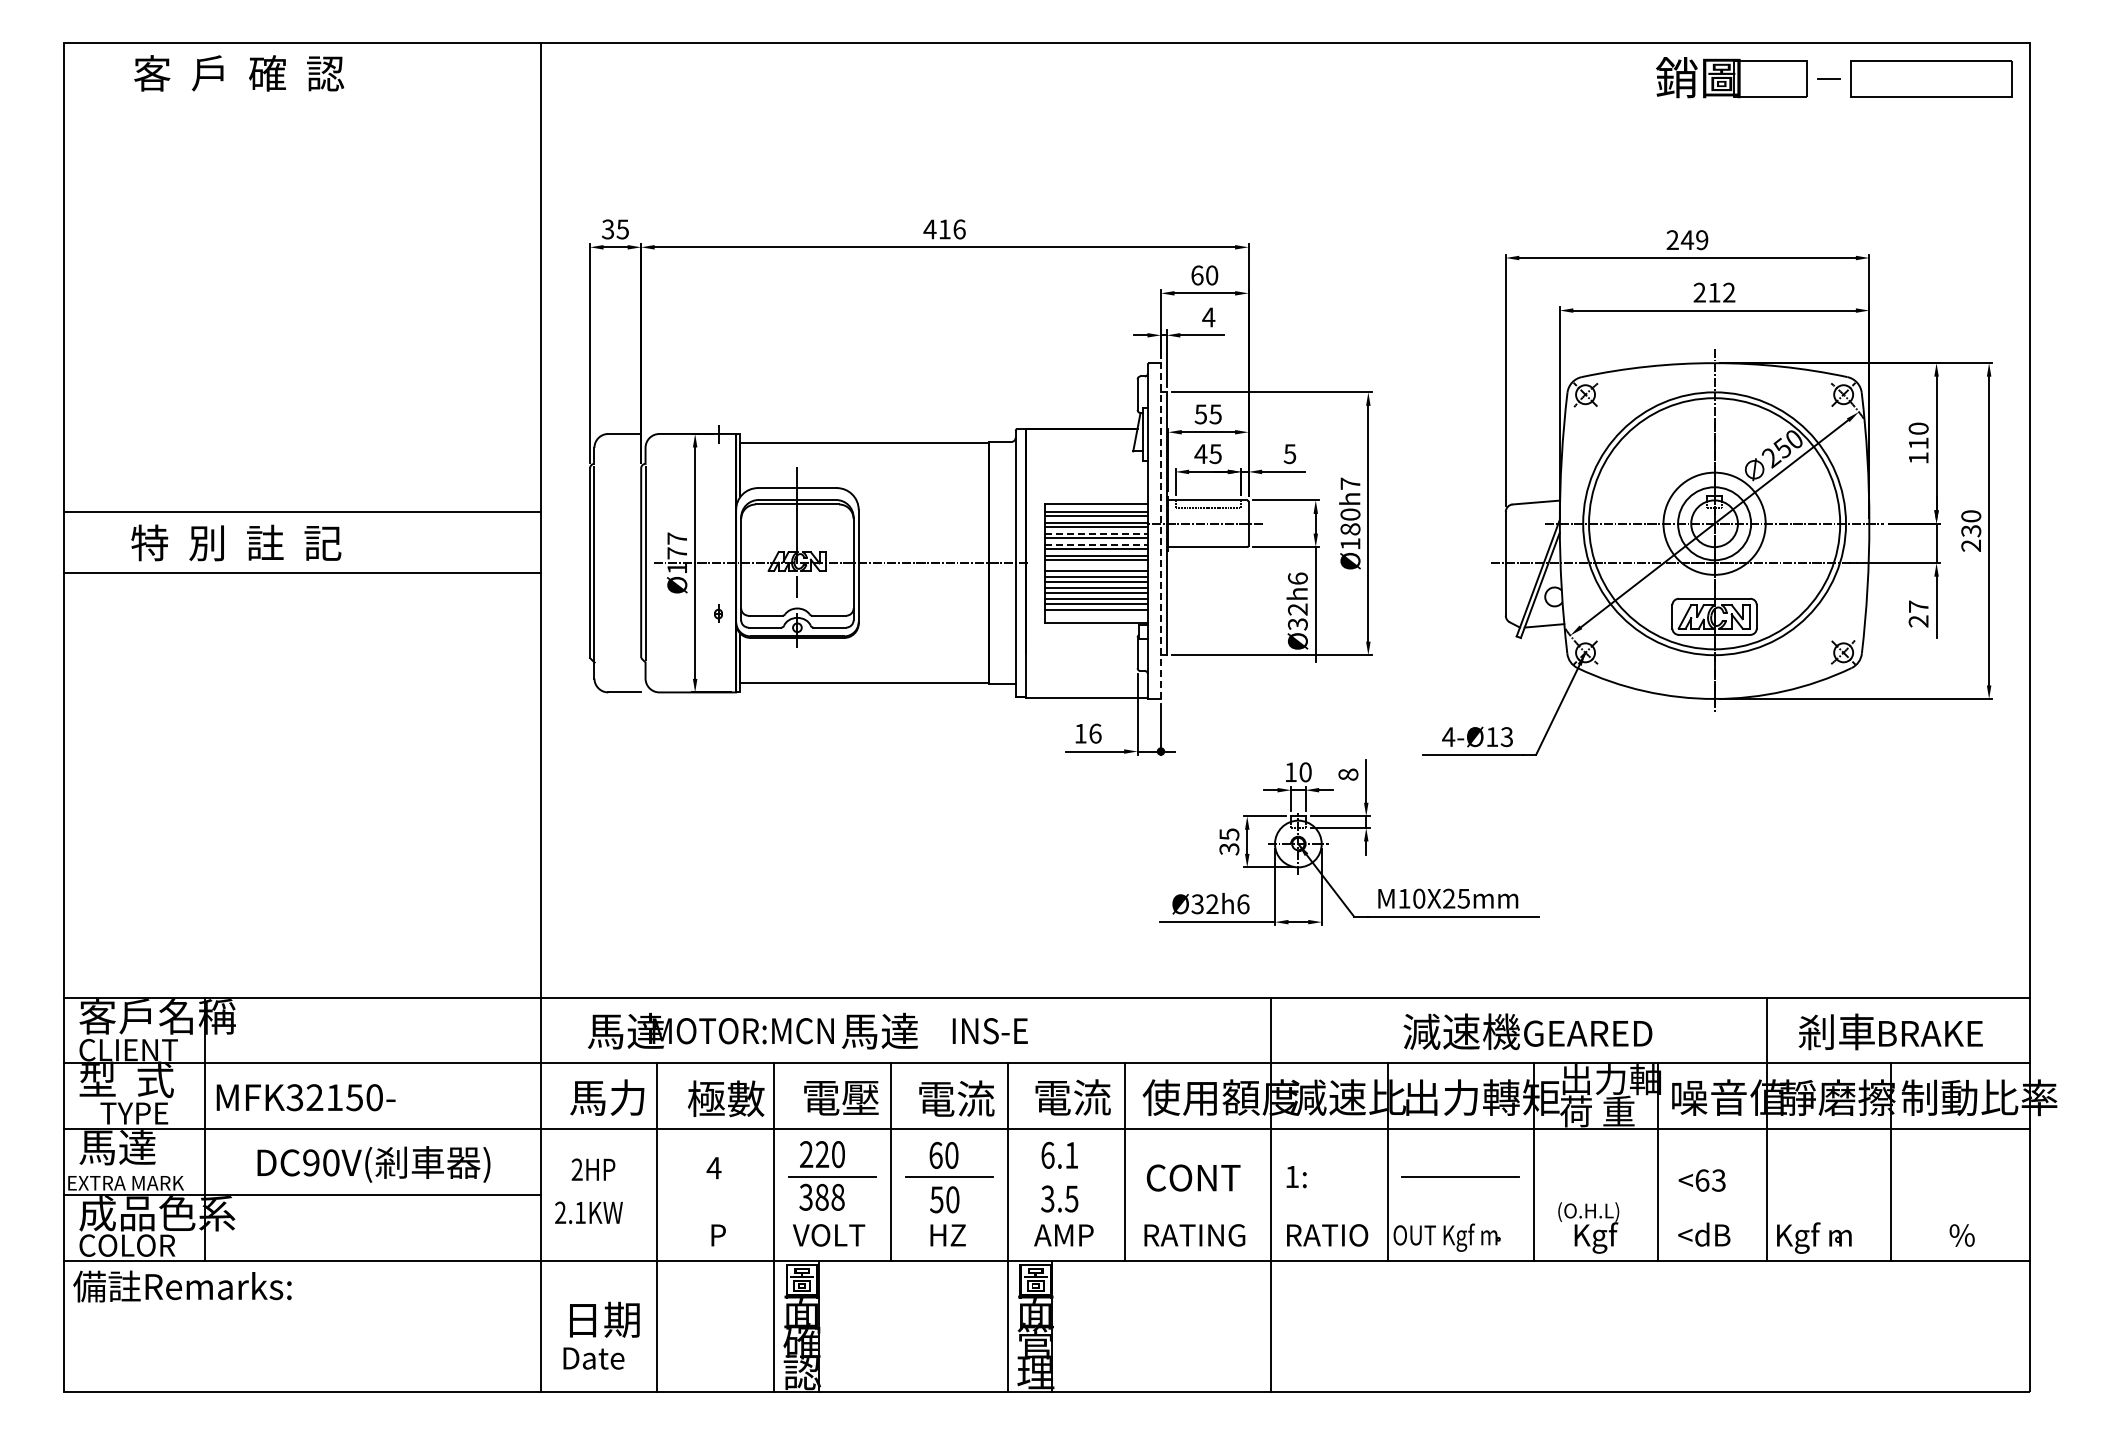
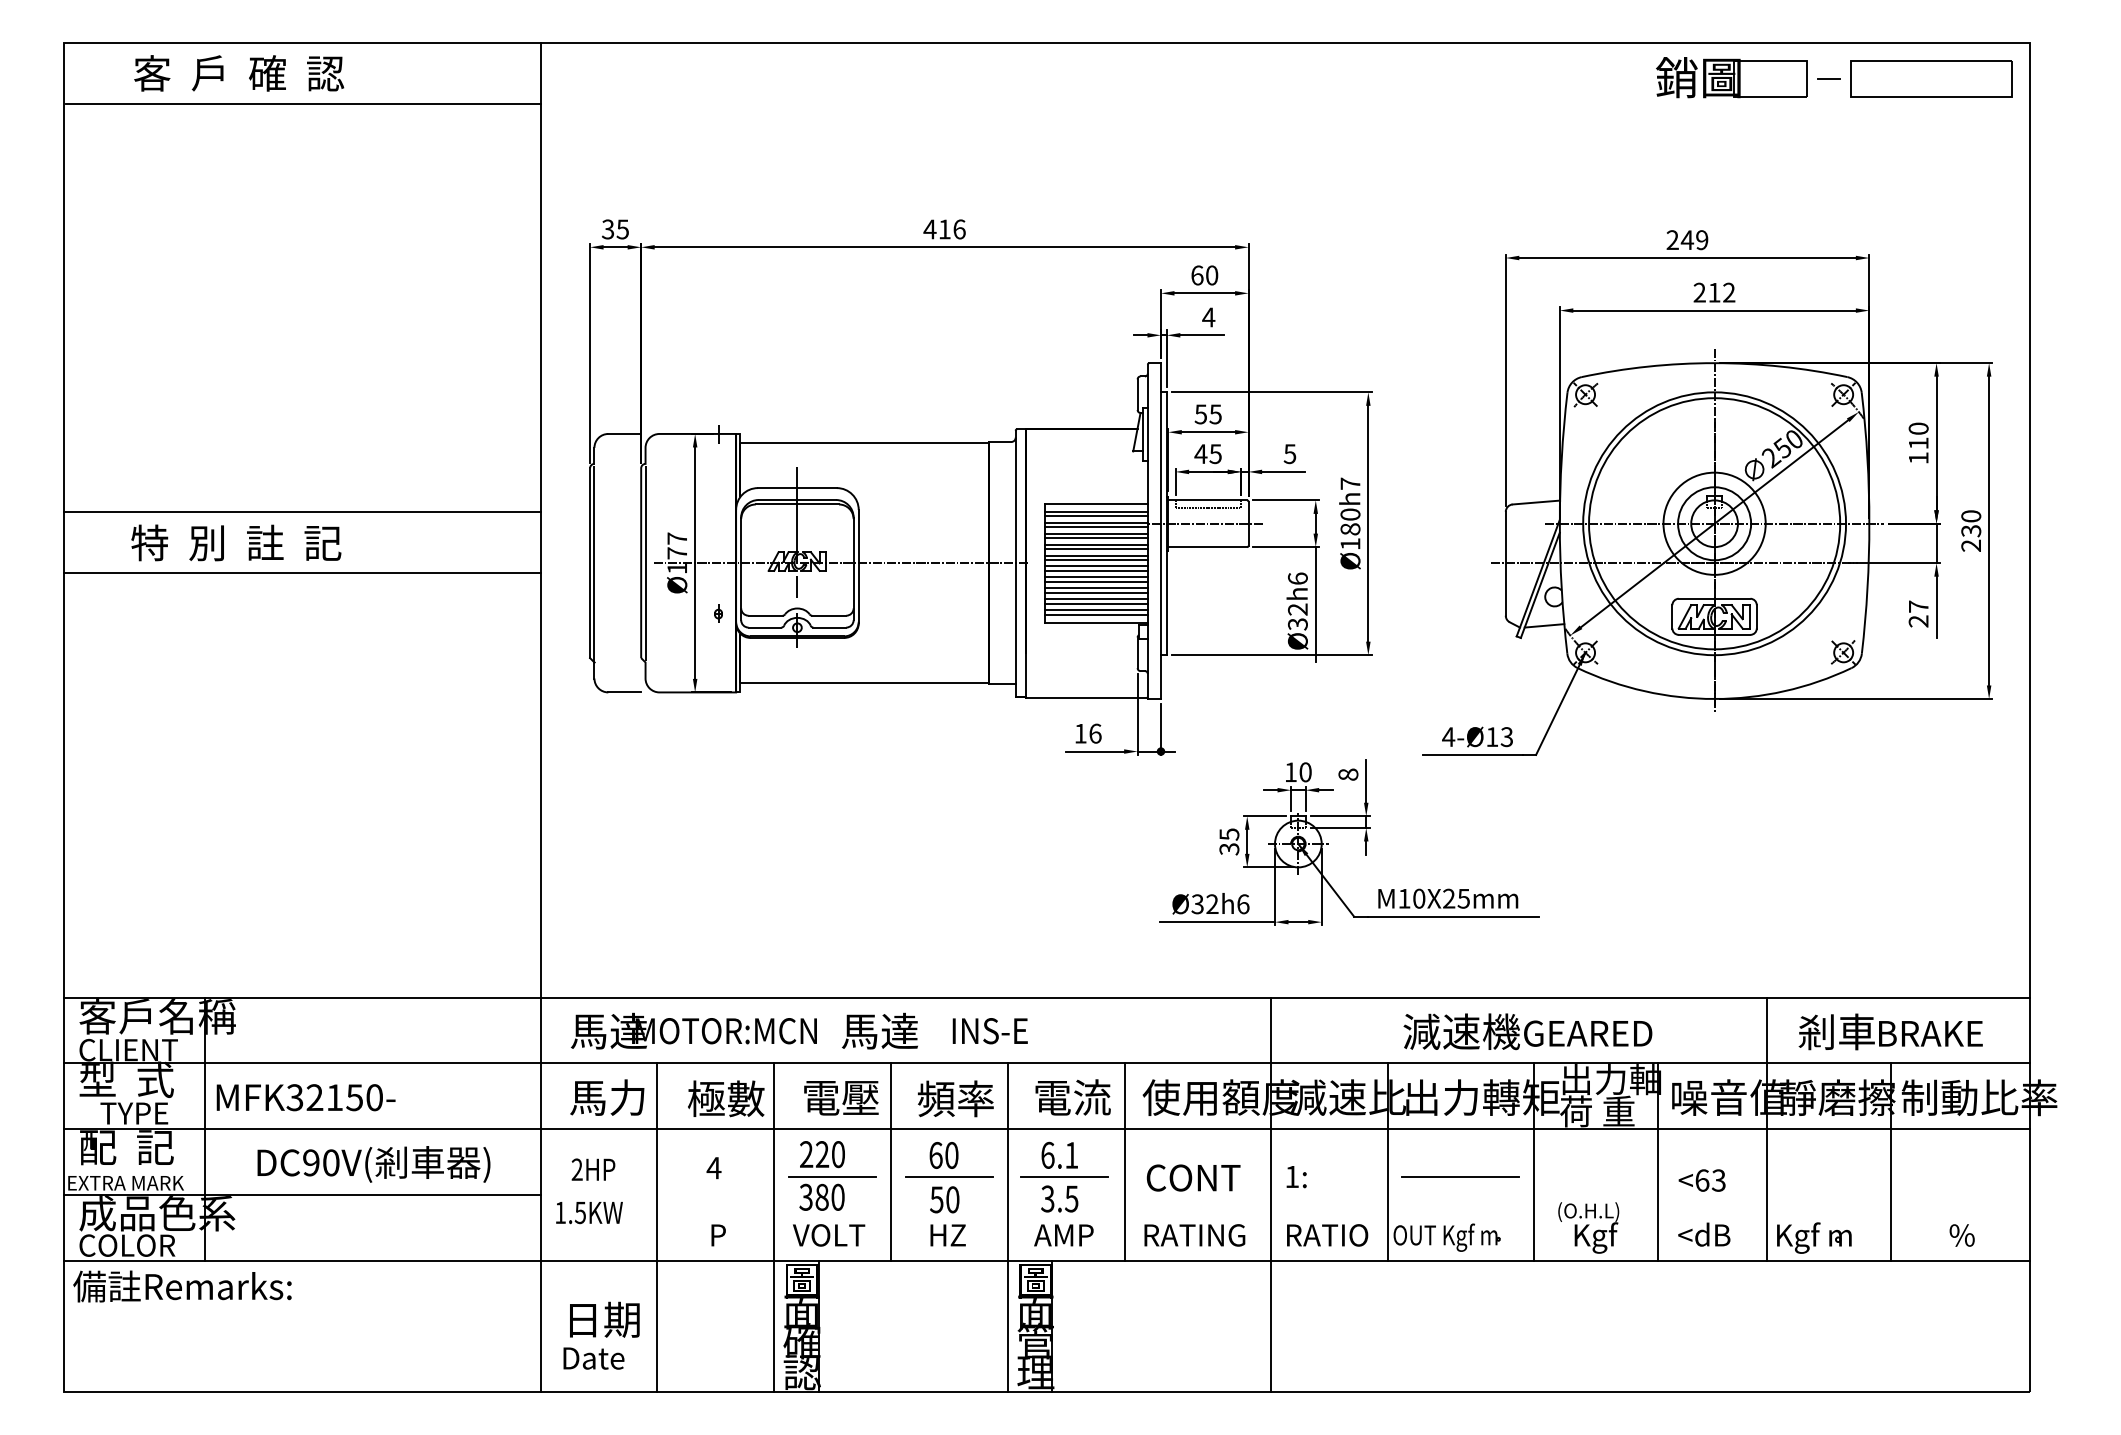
line at (303, 103): none -> present
line at (1161, 531): dashed -> solid
line at (1096, 533): dashed -> solid
line at (1096, 544): dashed -> solid
line at (1095, 566): none -> present
line at (1095, 614): none -> present
text at (710, 1030) position: (710, 1030) -> (693, 1030)
text at (955, 1098): 電流 -> 頻率
text at (126, 1147): 馬達 -> 配  記
line at (1064, 1176): none -> present
text at (837, 1197): 388 -> 380
text at (570, 1212): 2.1KW -> 1.5KW
